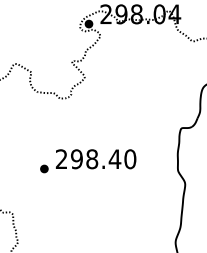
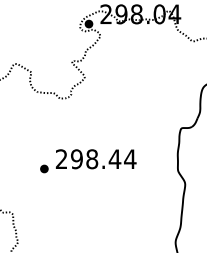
text at (130, 159): 298.40 -> 298.44
